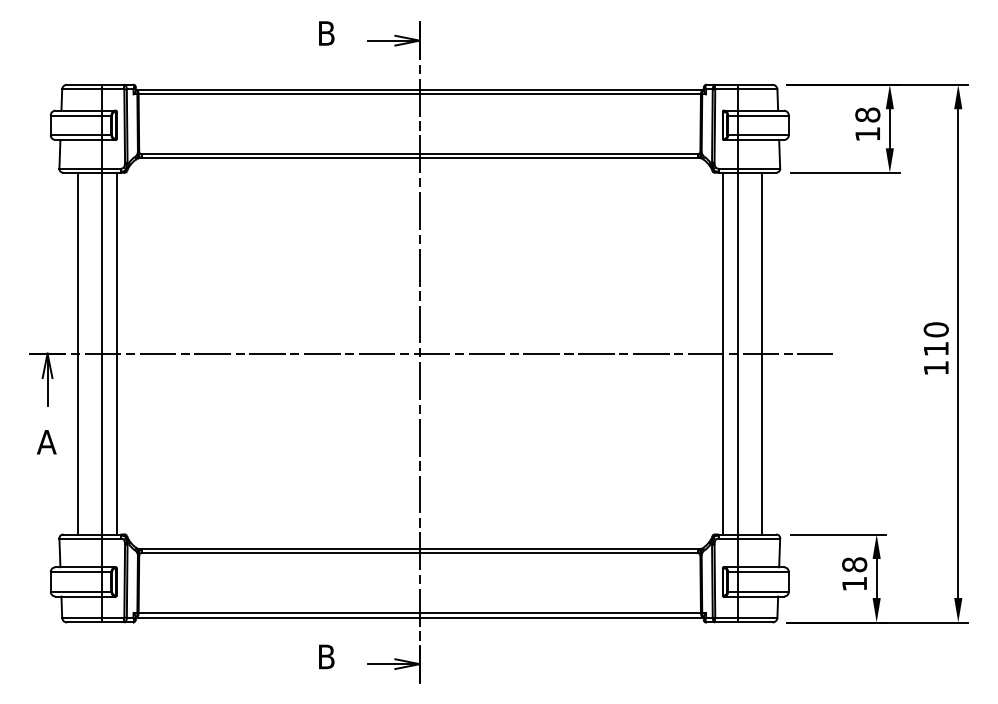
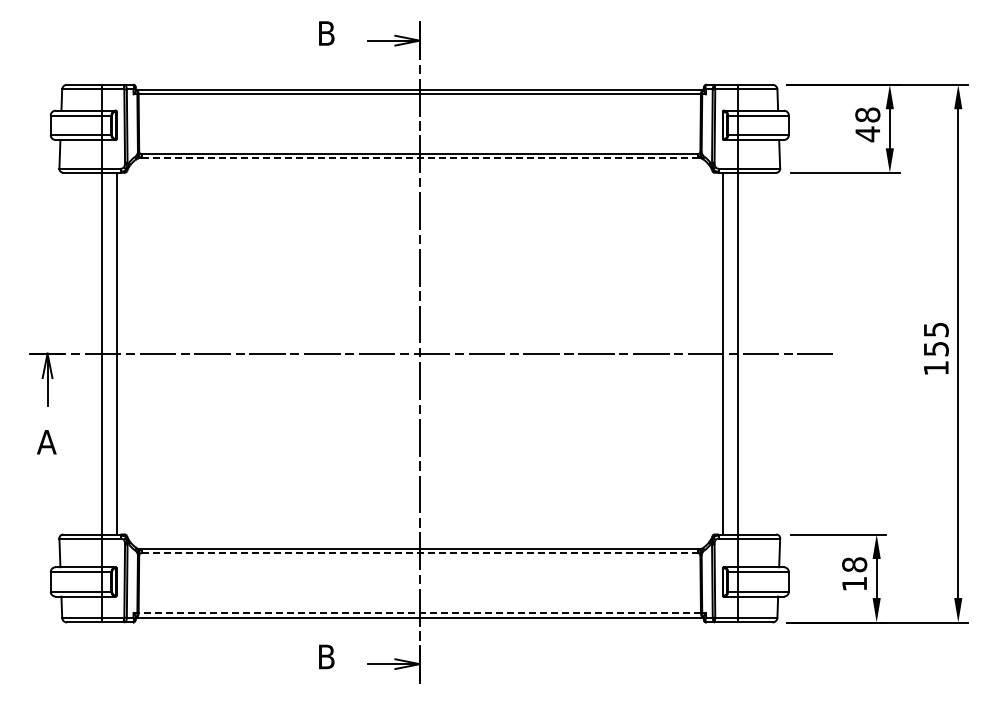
text at (867, 134): 18 -> 48
line at (419, 158): solid -> dashed
text at (935, 339): 110 -> 155
line at (77, 353): present -> none
line at (761, 353): present -> none
line at (419, 553): solid -> dashed
line at (419, 612): solid -> dashed
